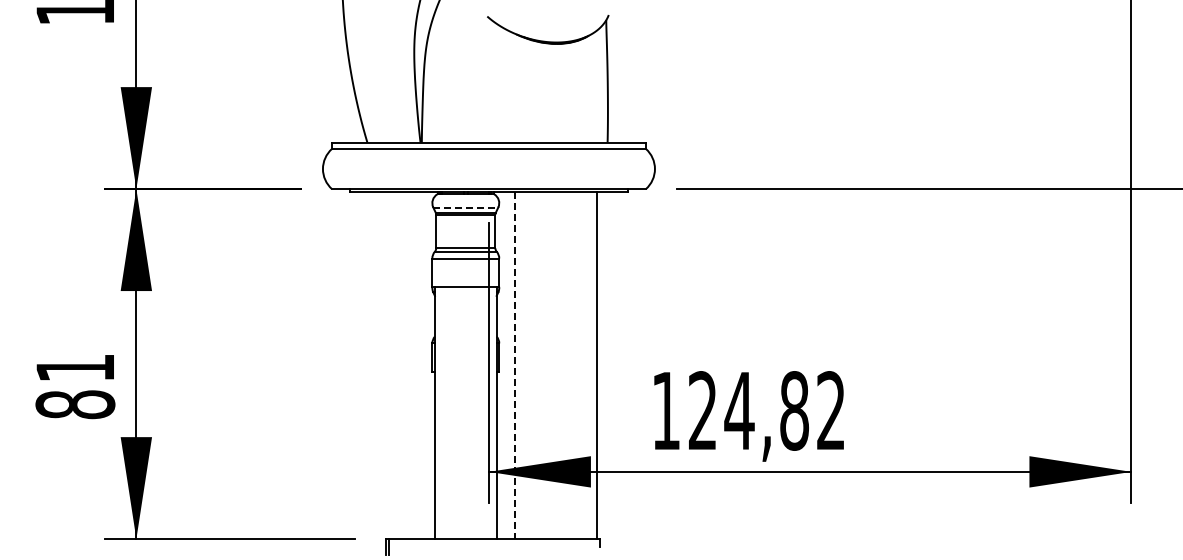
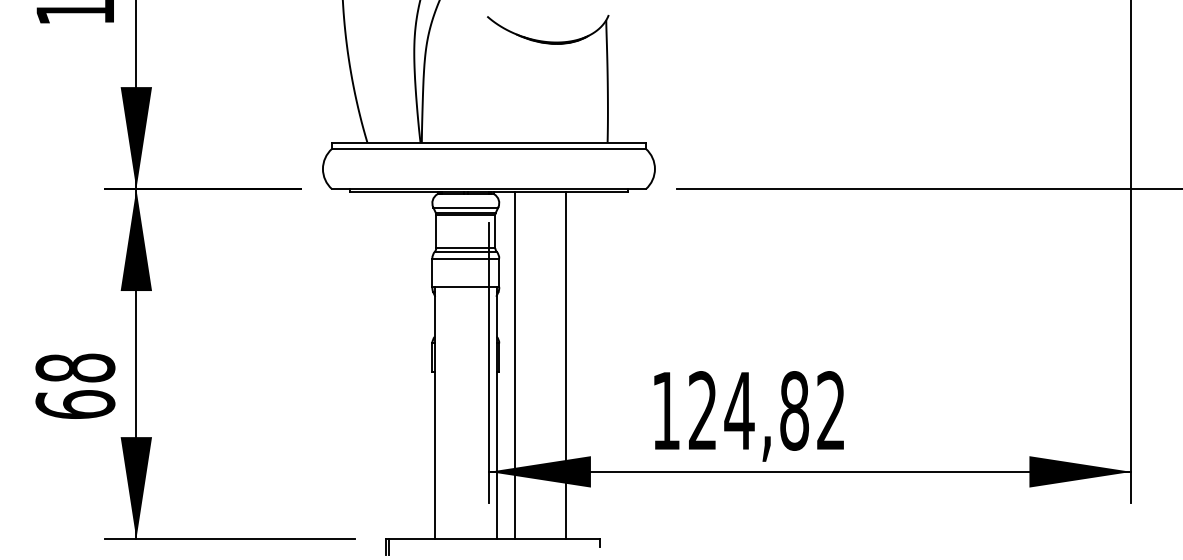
line at (466, 207): dashed -> solid
line at (515, 365): dashed -> solid
line at (596, 365) position: (596, 365) -> (565, 365)
text at (75, 386): 81 -> 68
